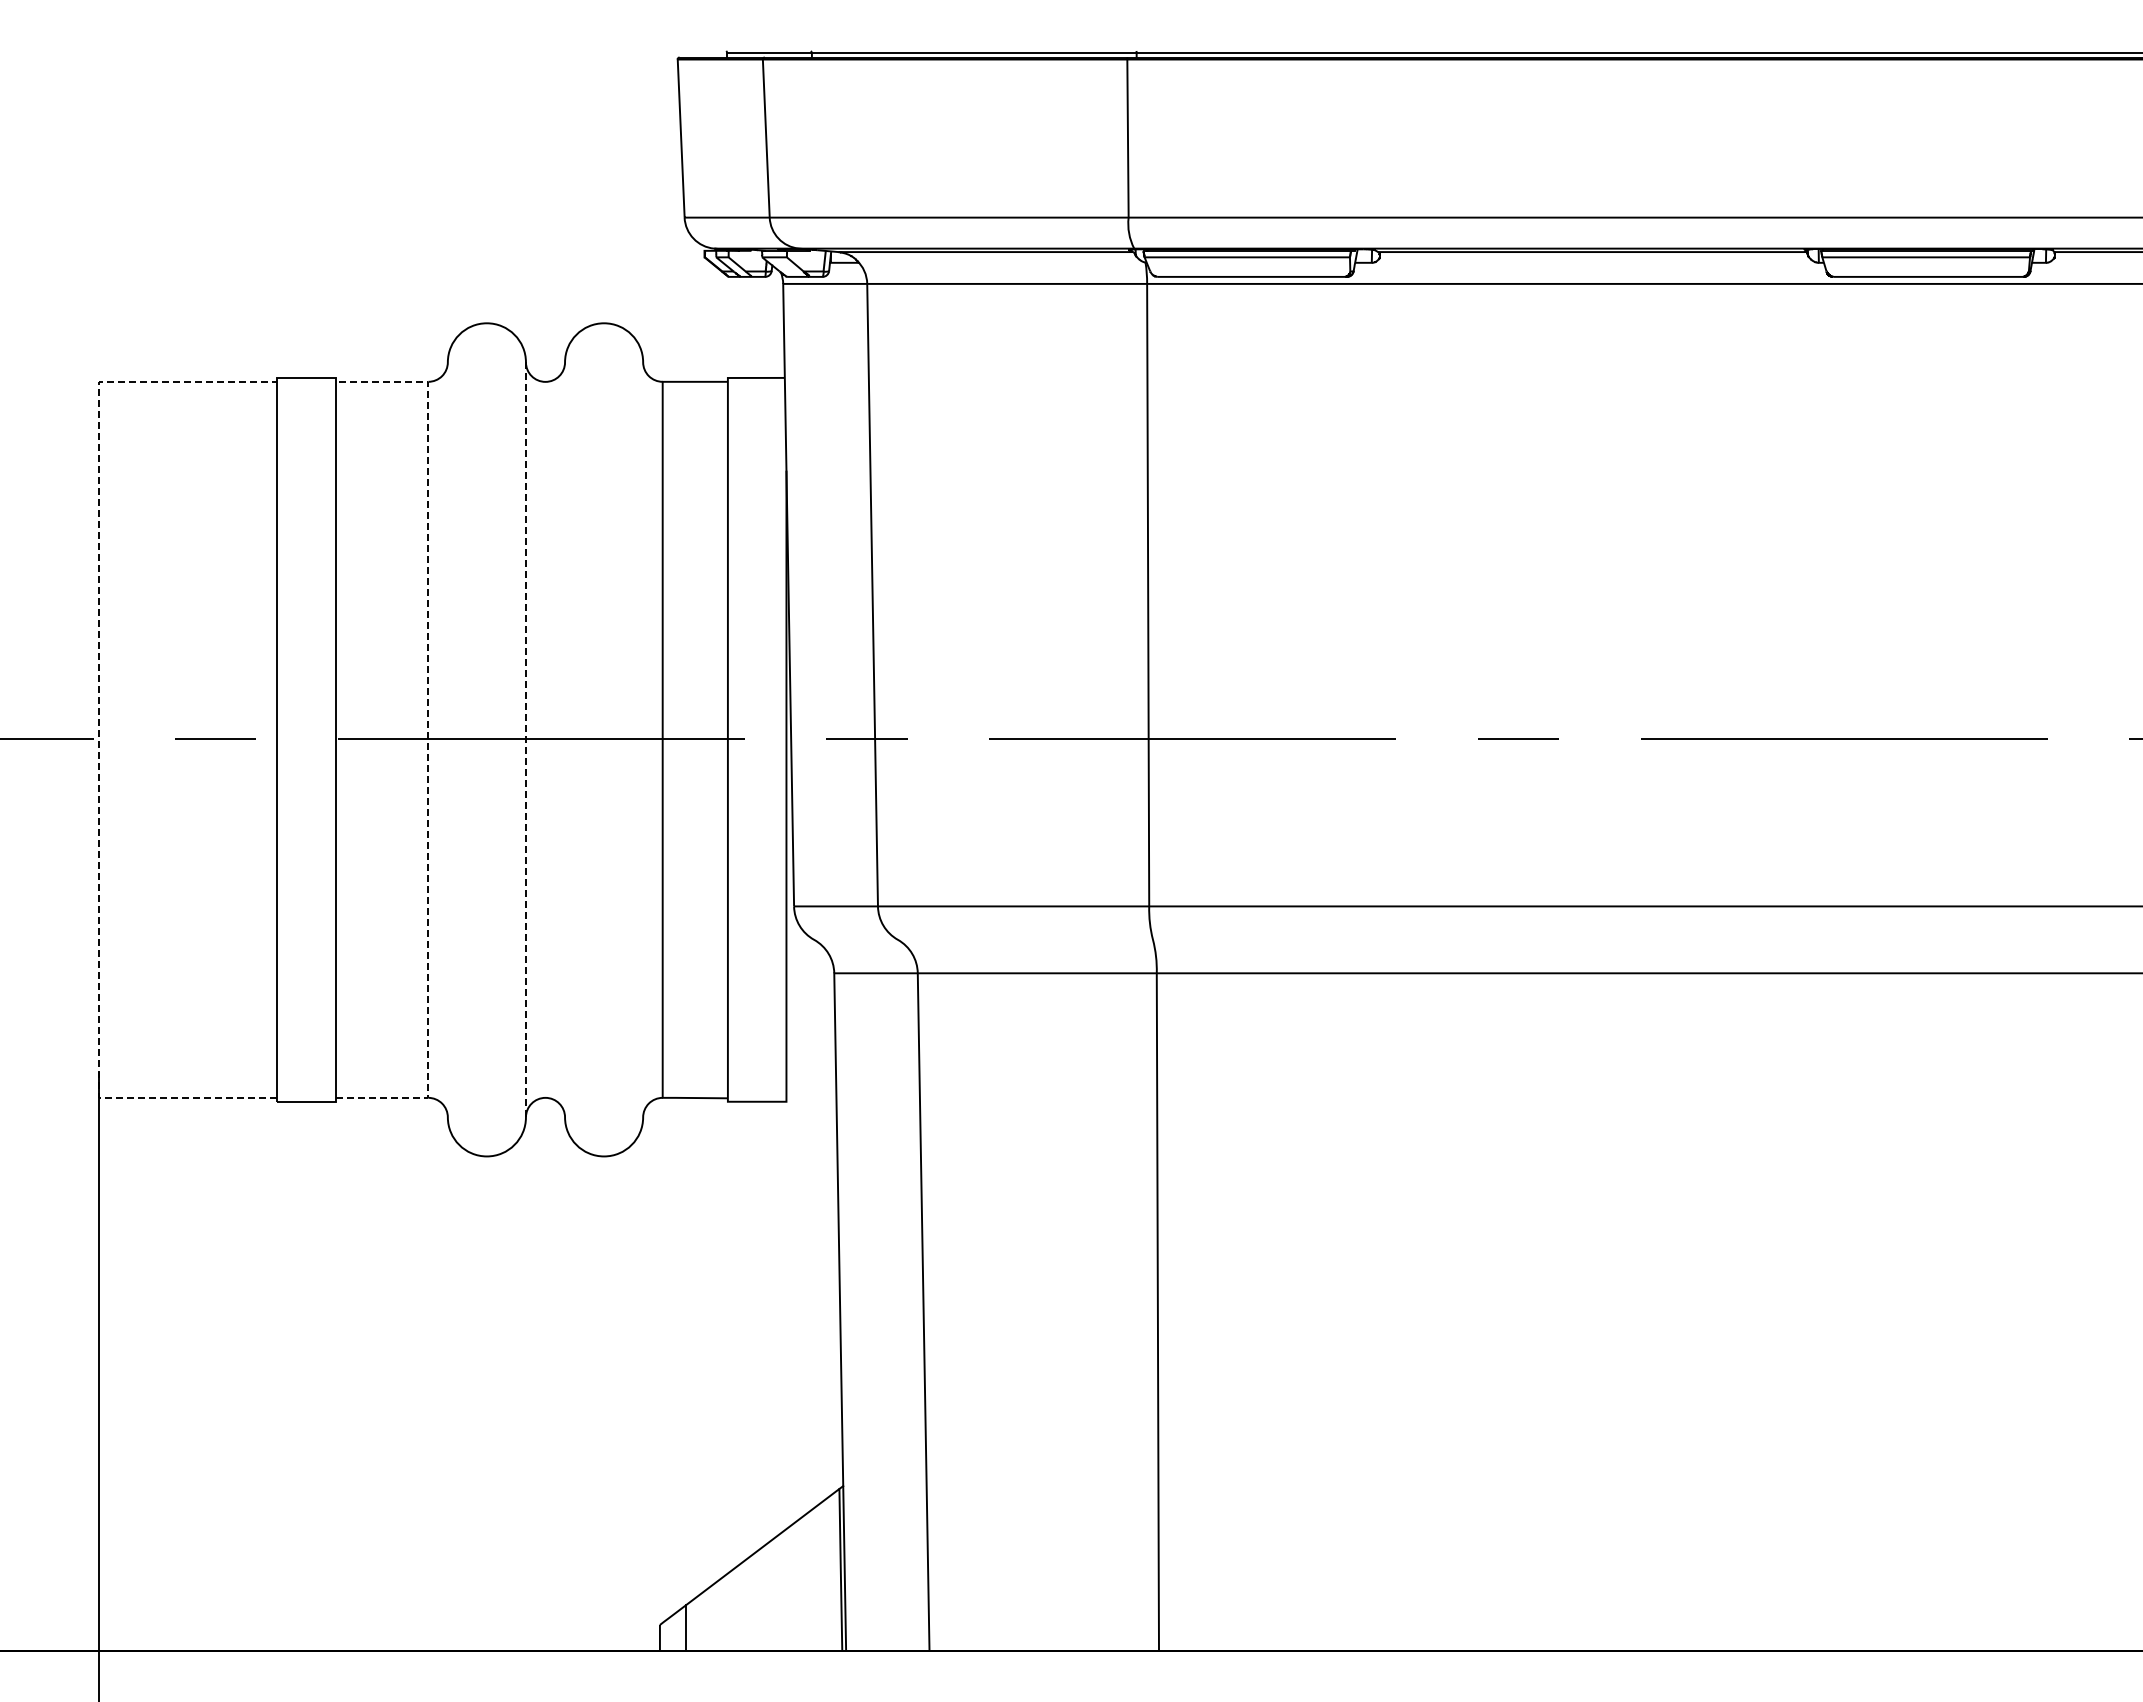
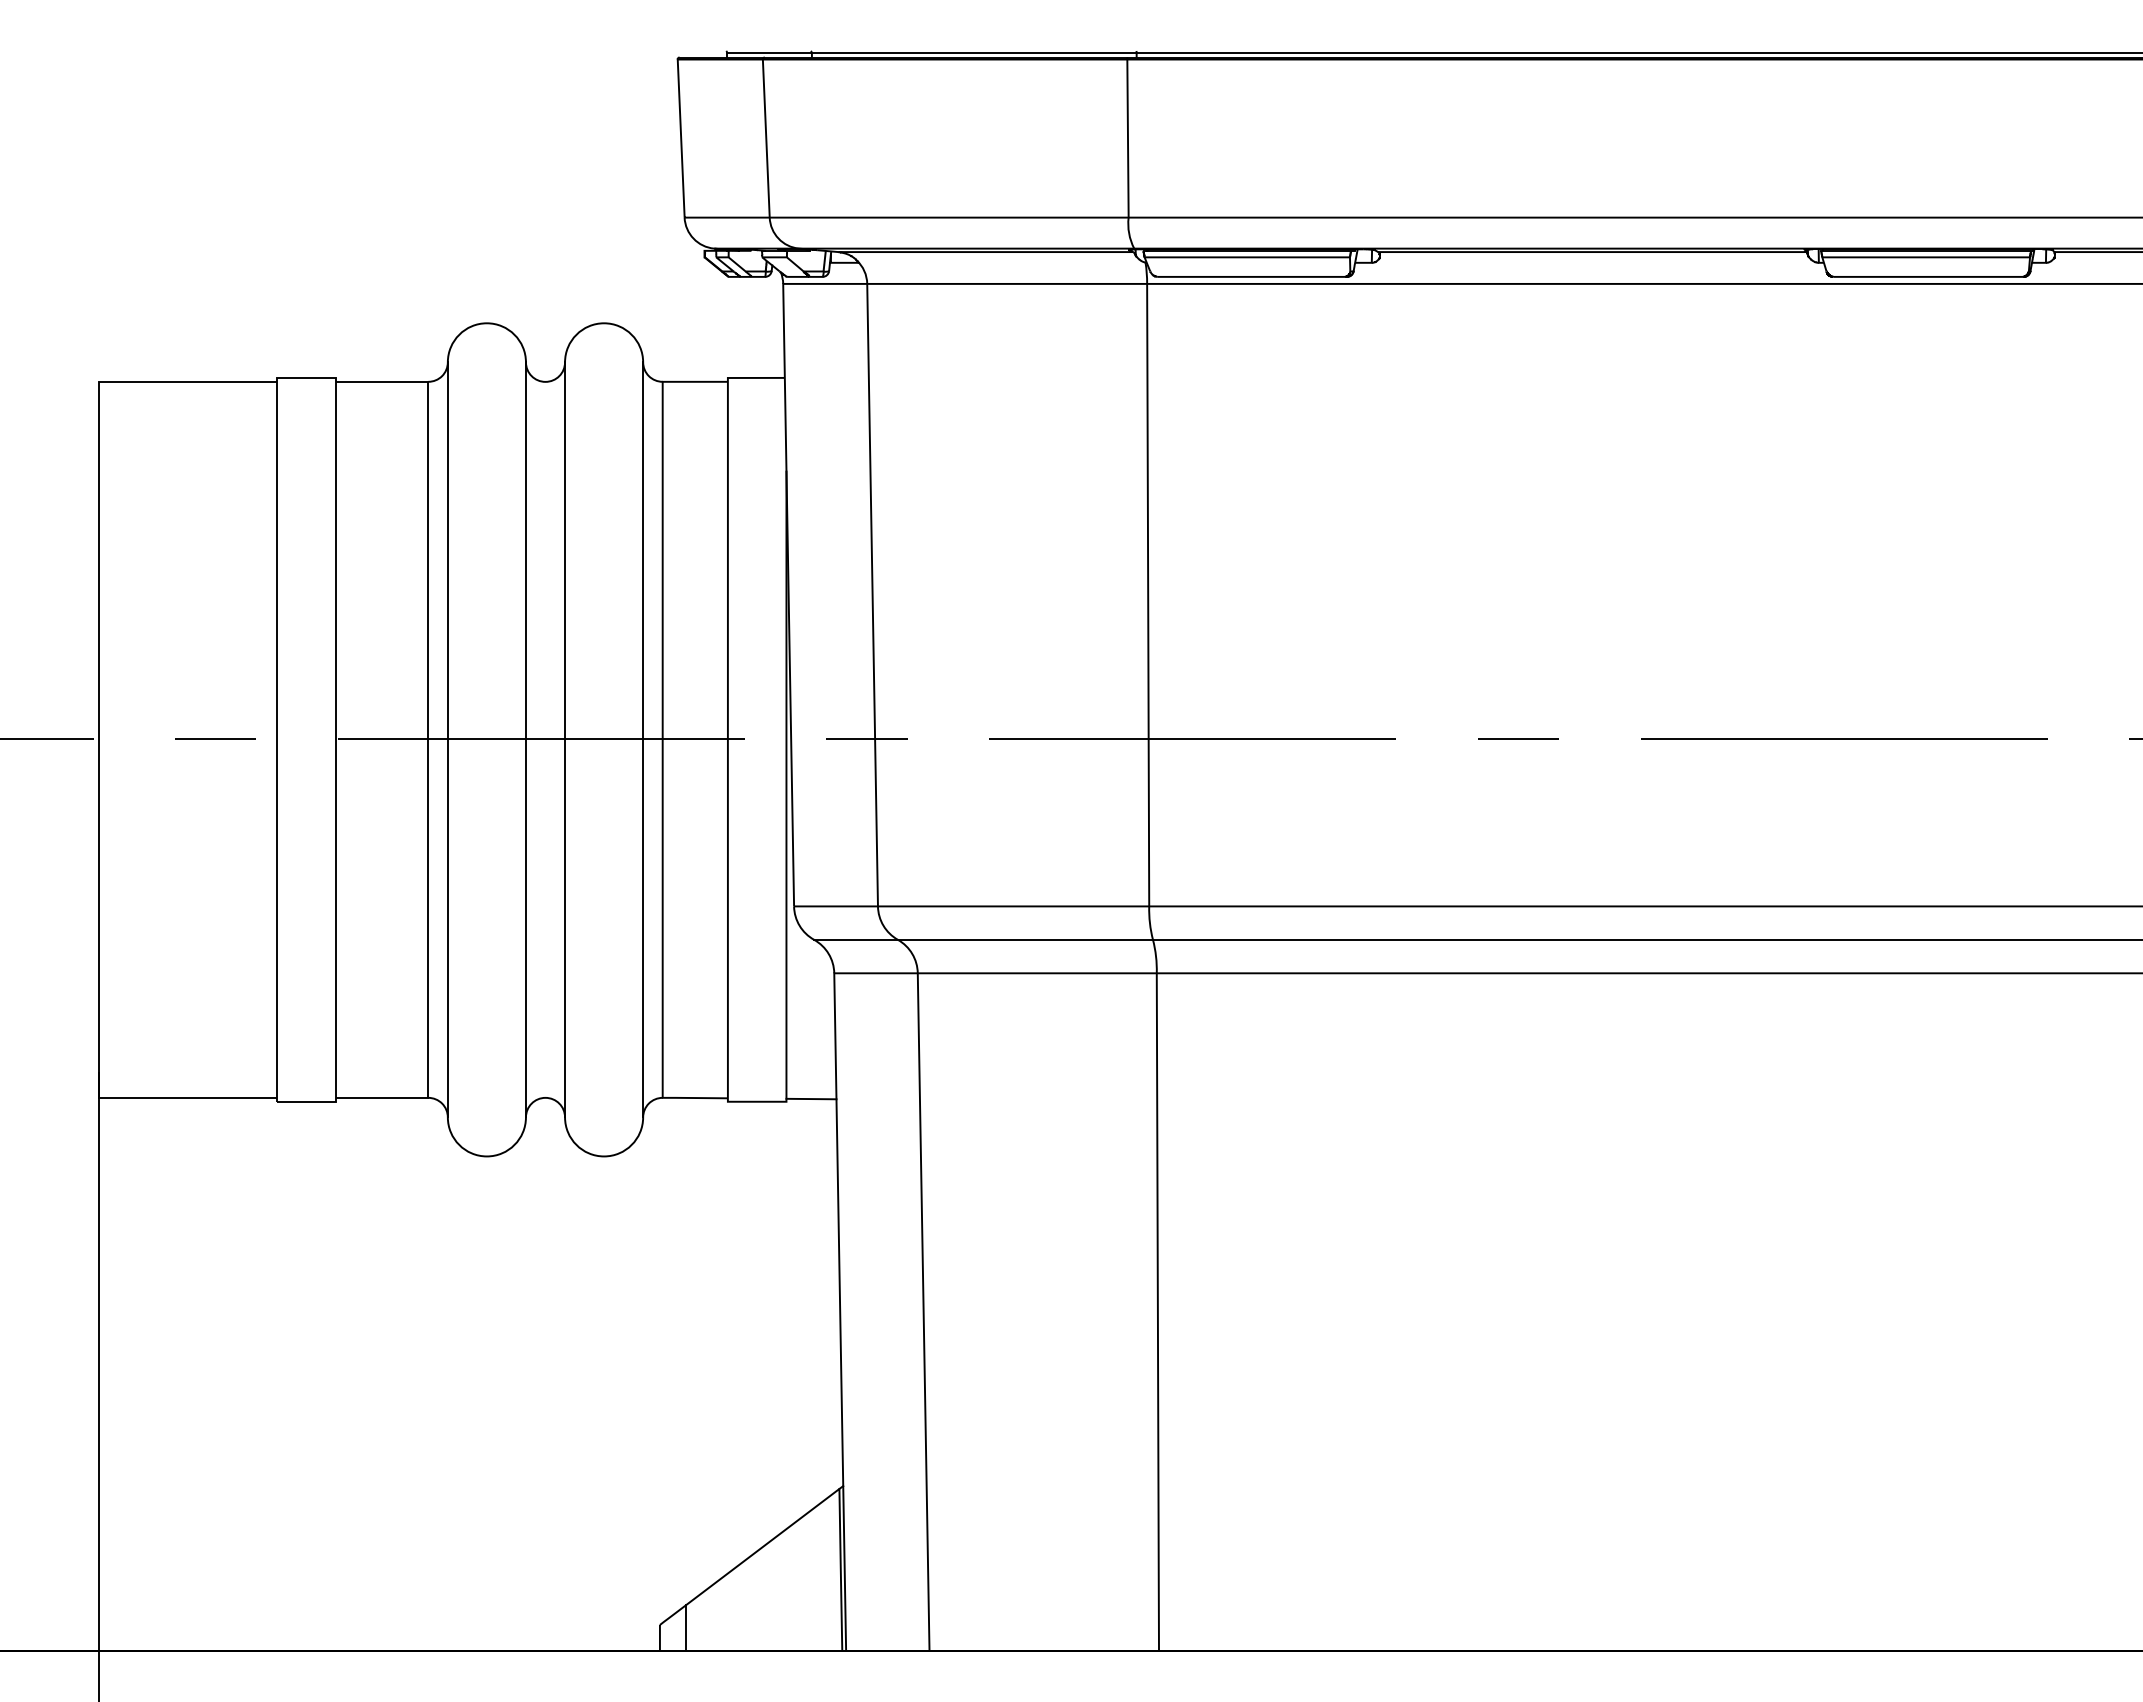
line at (99, 739): dashed -> solid
line at (428, 739): dashed -> solid
line at (447, 739): none -> present
line at (525, 739): dashed -> solid
line at (565, 739): none -> present
line at (643, 739): none -> present
line at (1476, 939): none -> present
line at (811, 1098): none -> present
